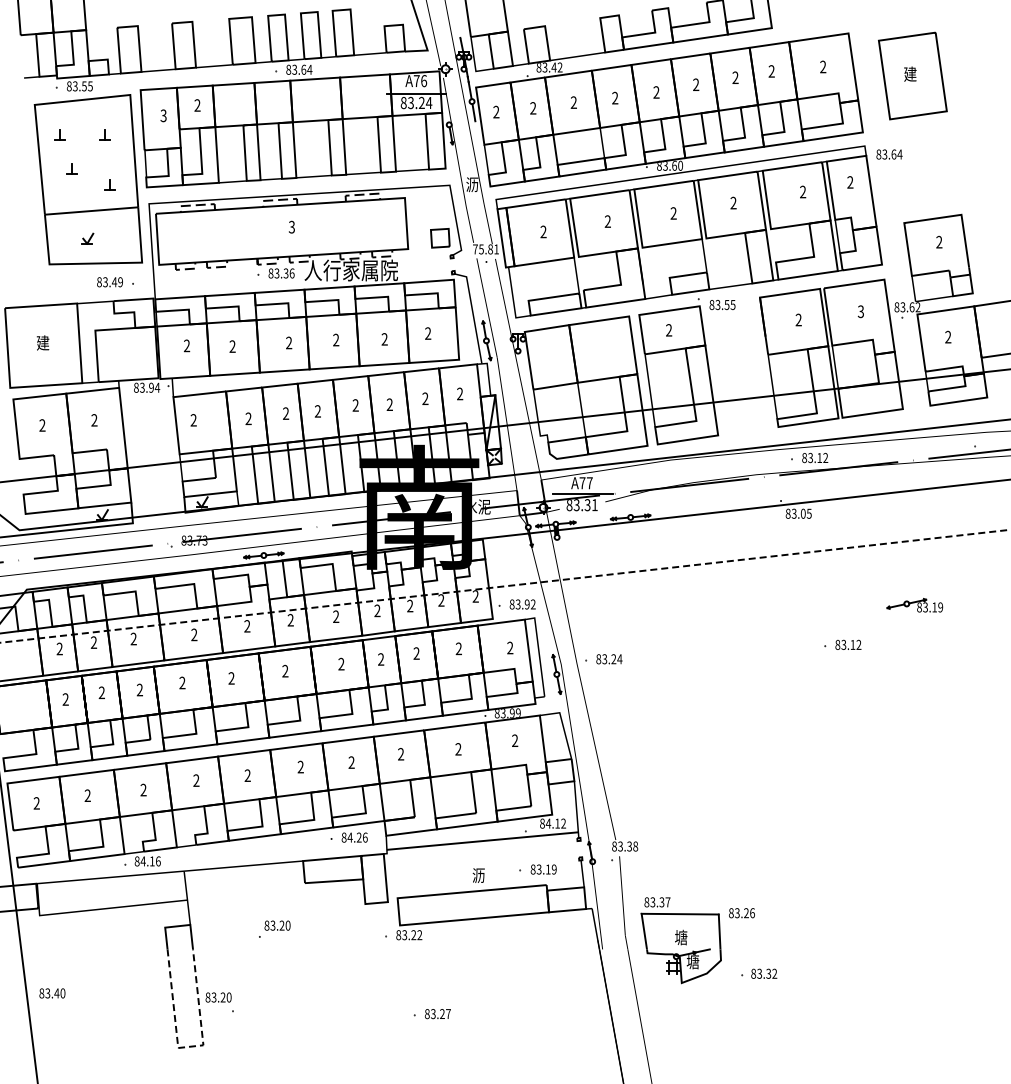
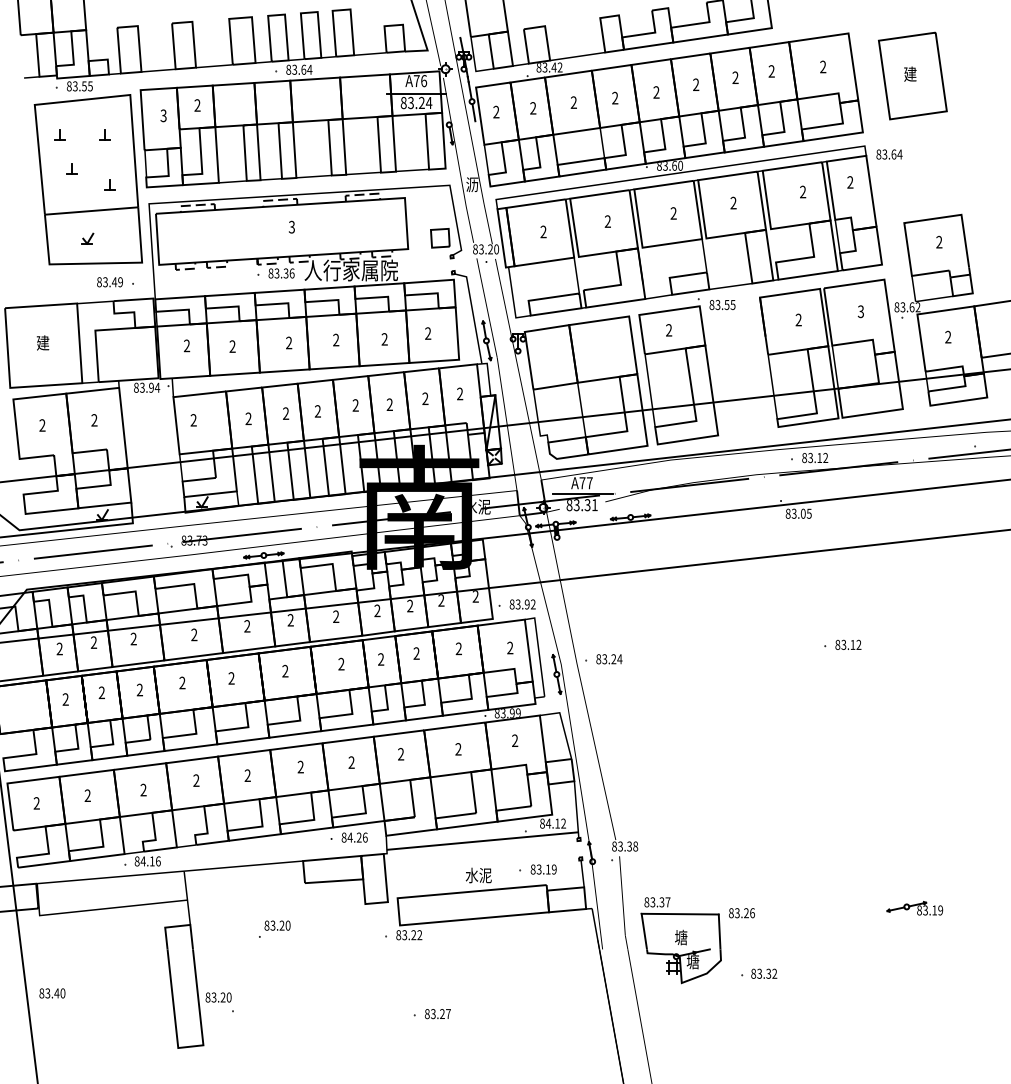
text at (486, 249): 75.81 -> 83.20
line at (506, 586): dashed -> solid
part at (914, 605) position: (914, 605) -> (914, 908)
text at (478, 875): 沥 -> 水泥
line at (189, 1046): dashed -> solid
